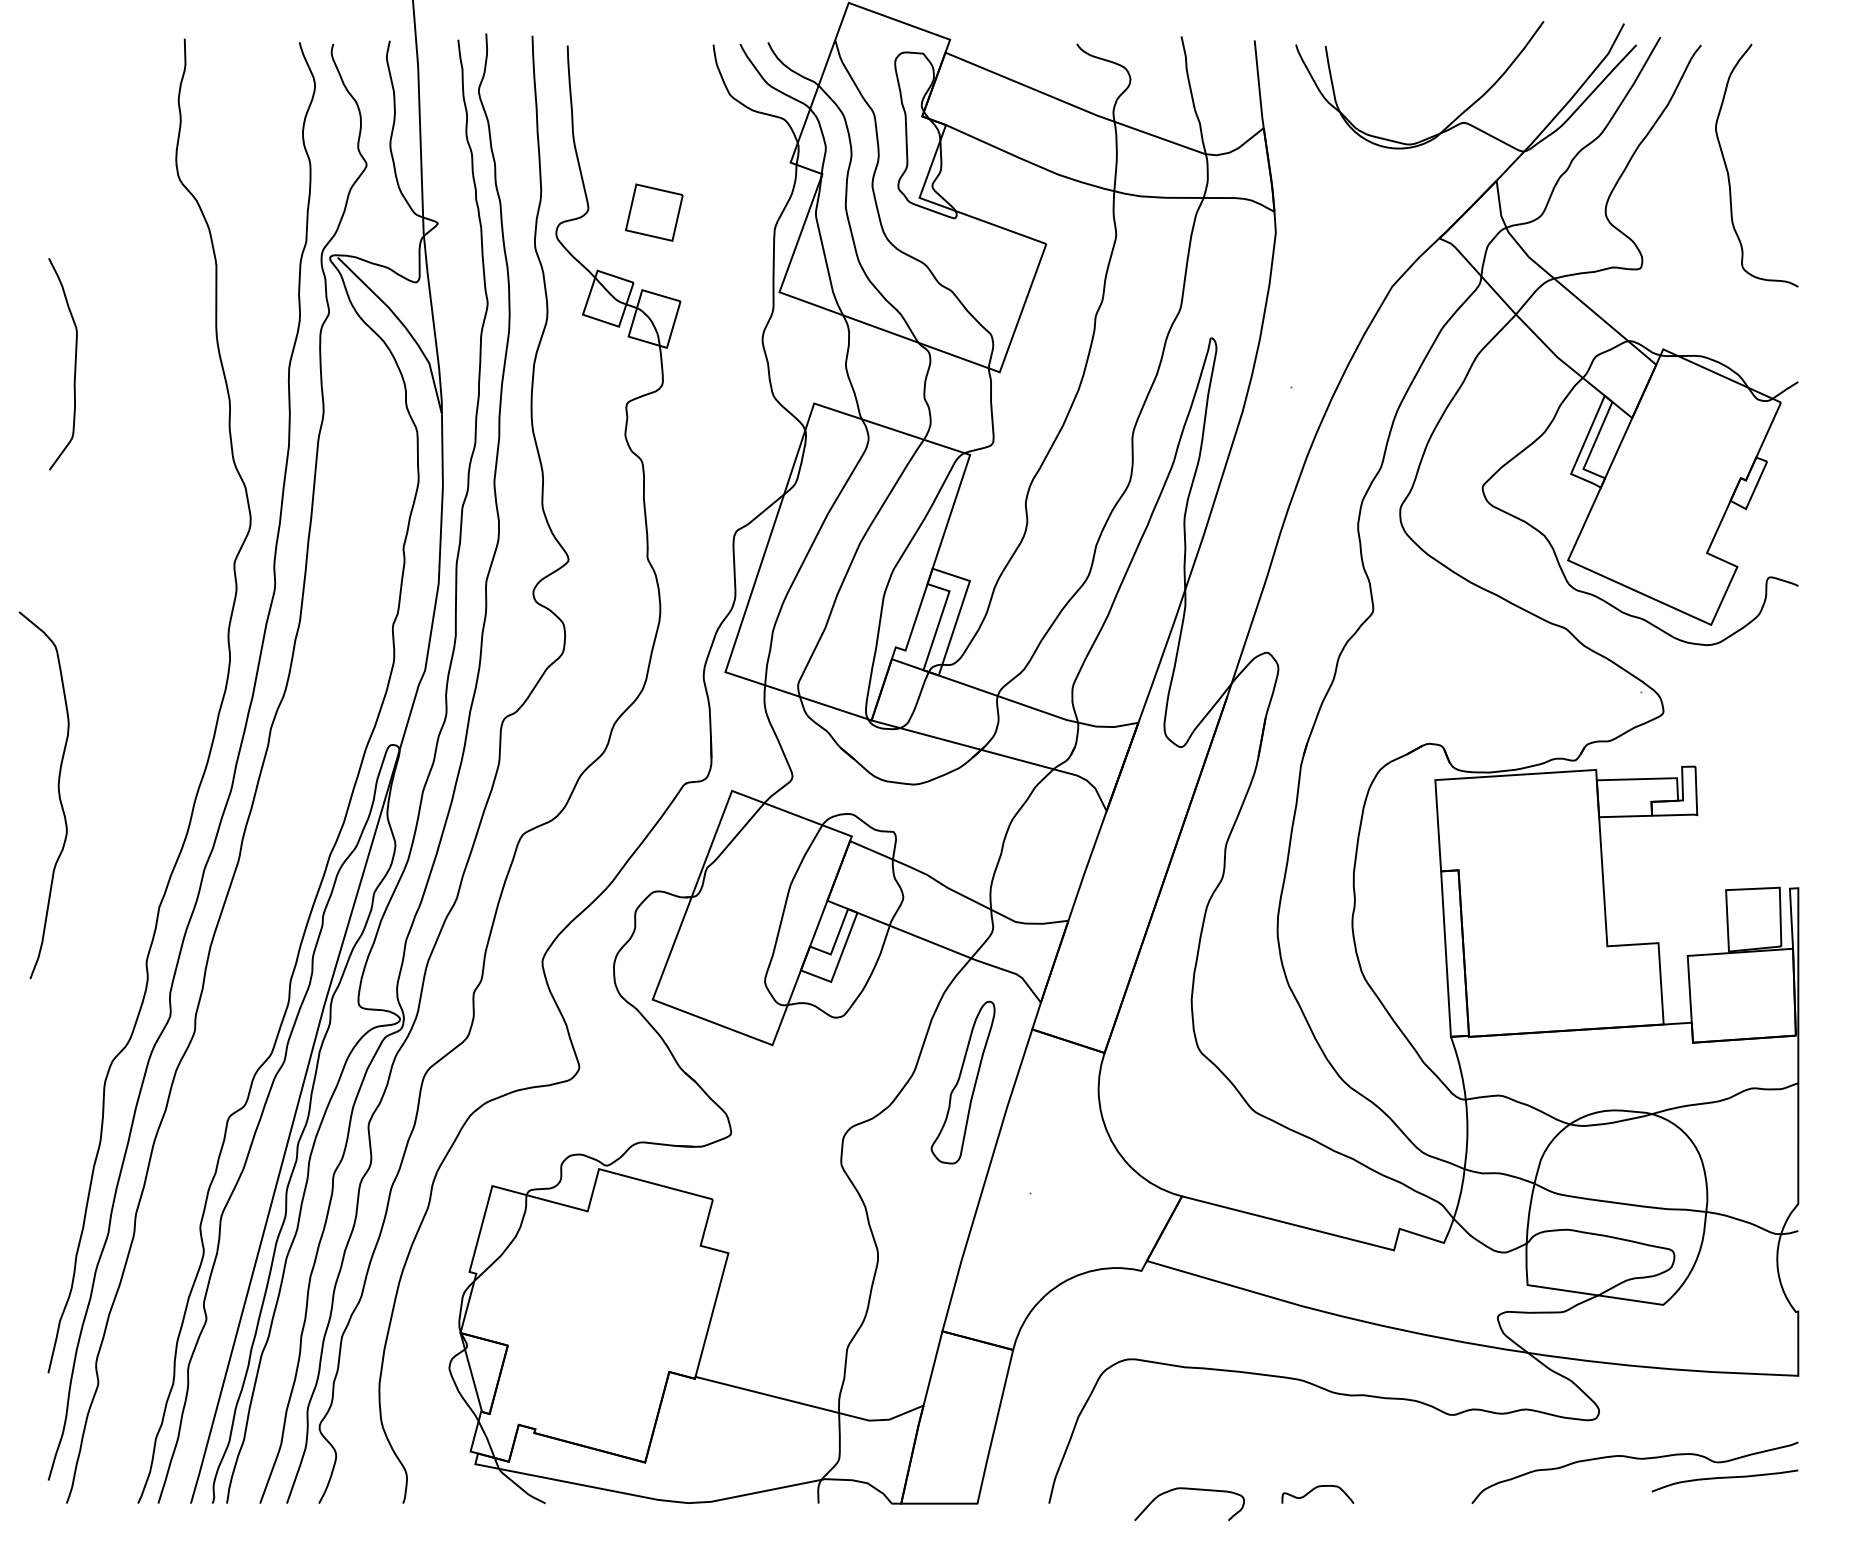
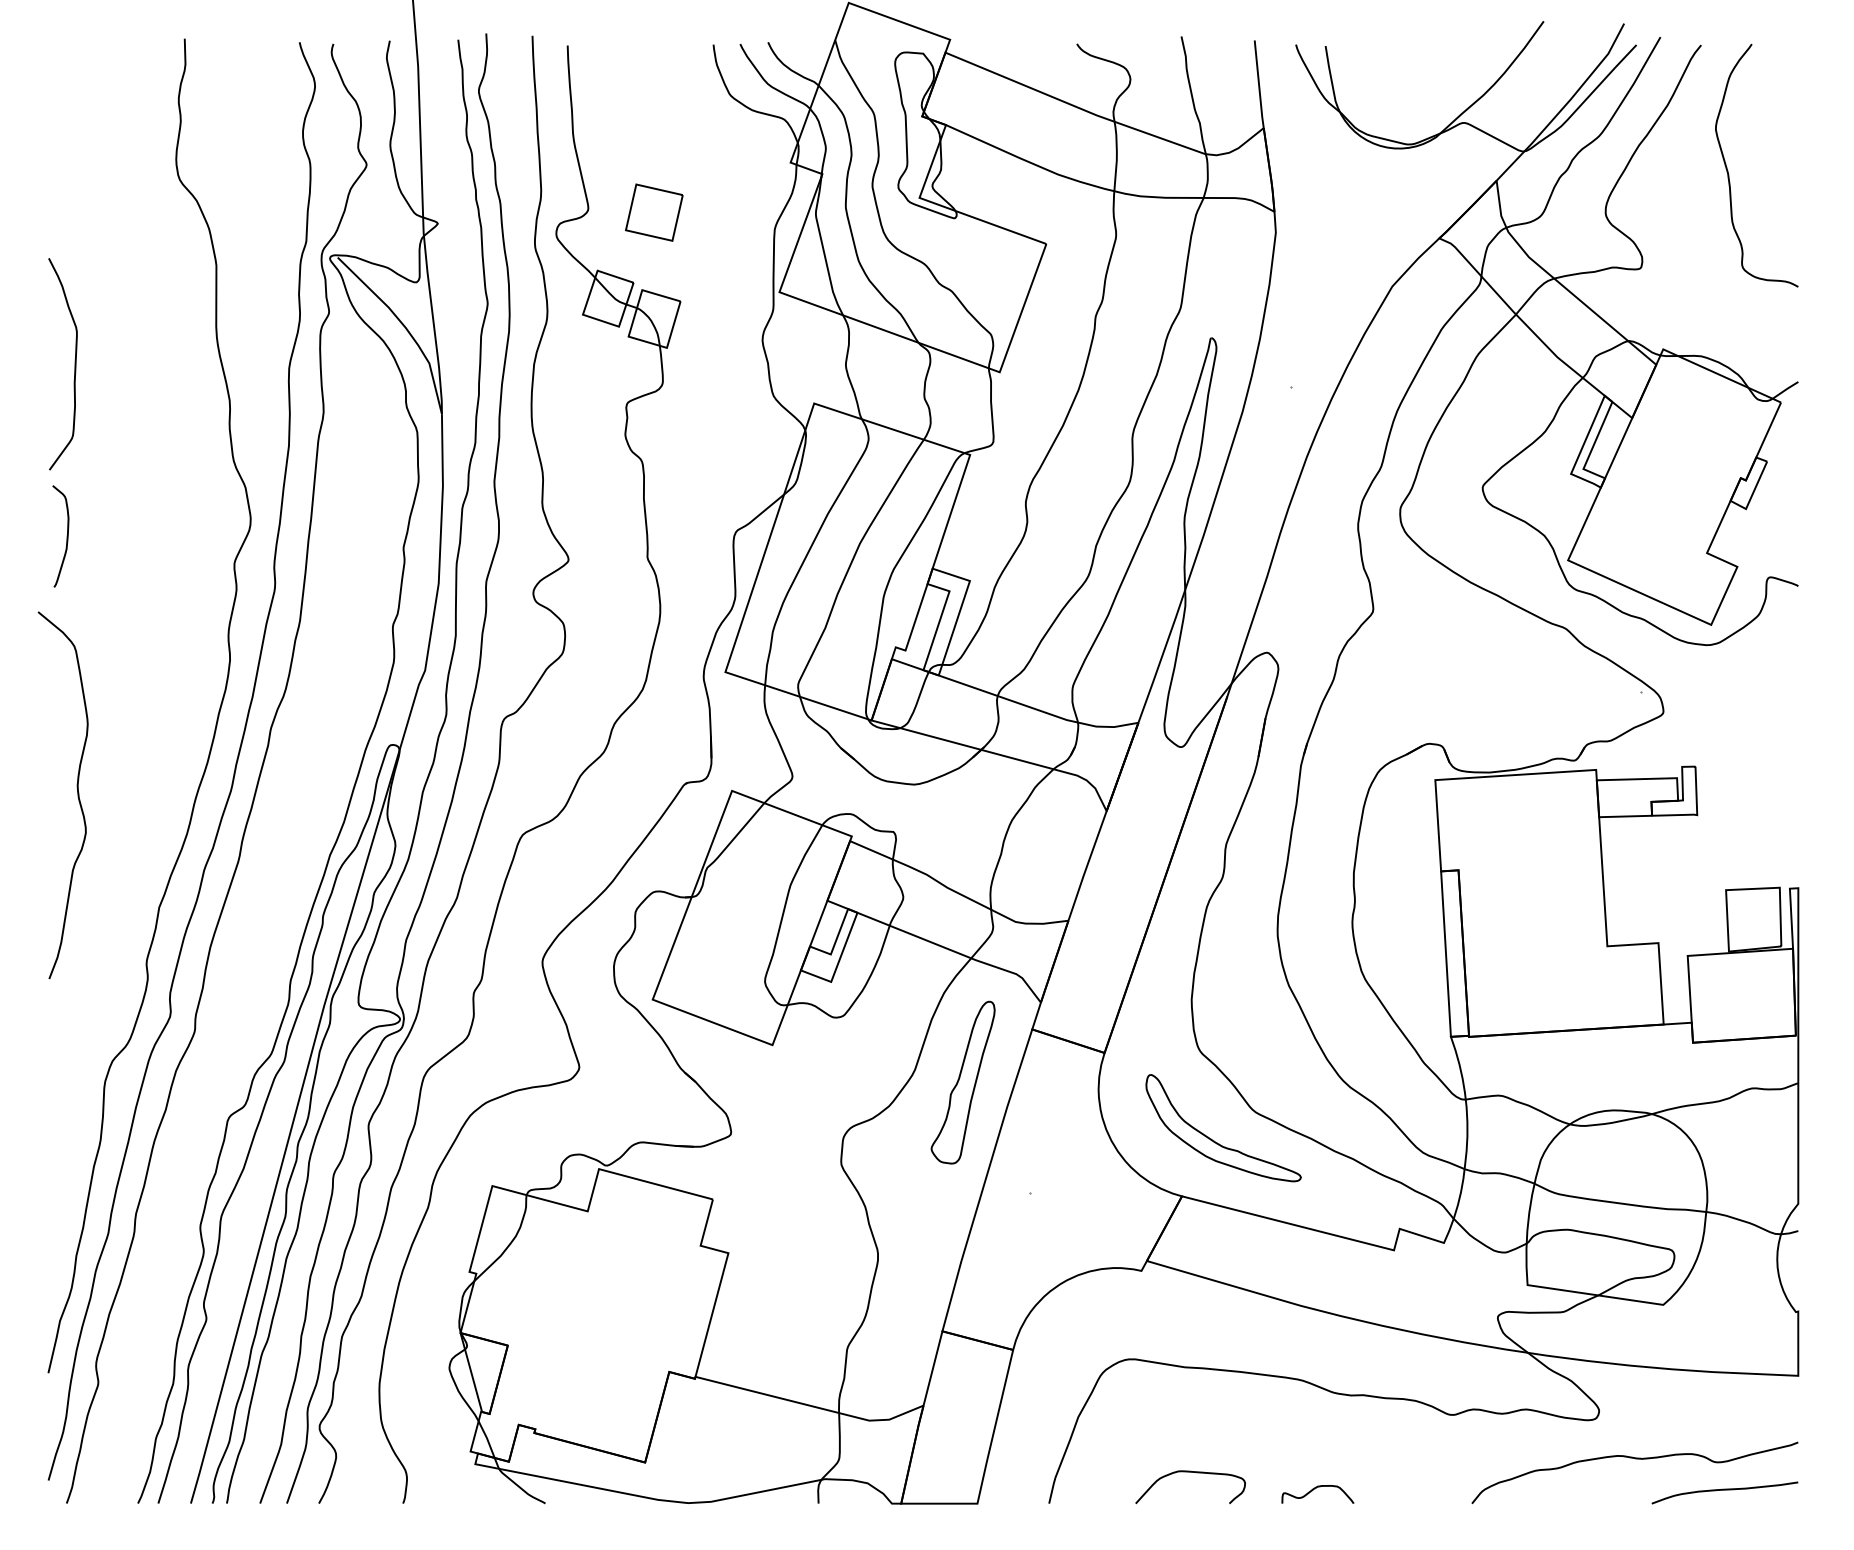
curve at (66, 536): none -> present
curve at (58, 795) position: (58, 795) -> (77, 795)
part at (1214, 1140): none -> present
curve at (1724, 1478) position: (1724, 1478) -> (1724, 1490)
curve at (1189, 1489) position: (1189, 1489) -> (1190, 1472)
